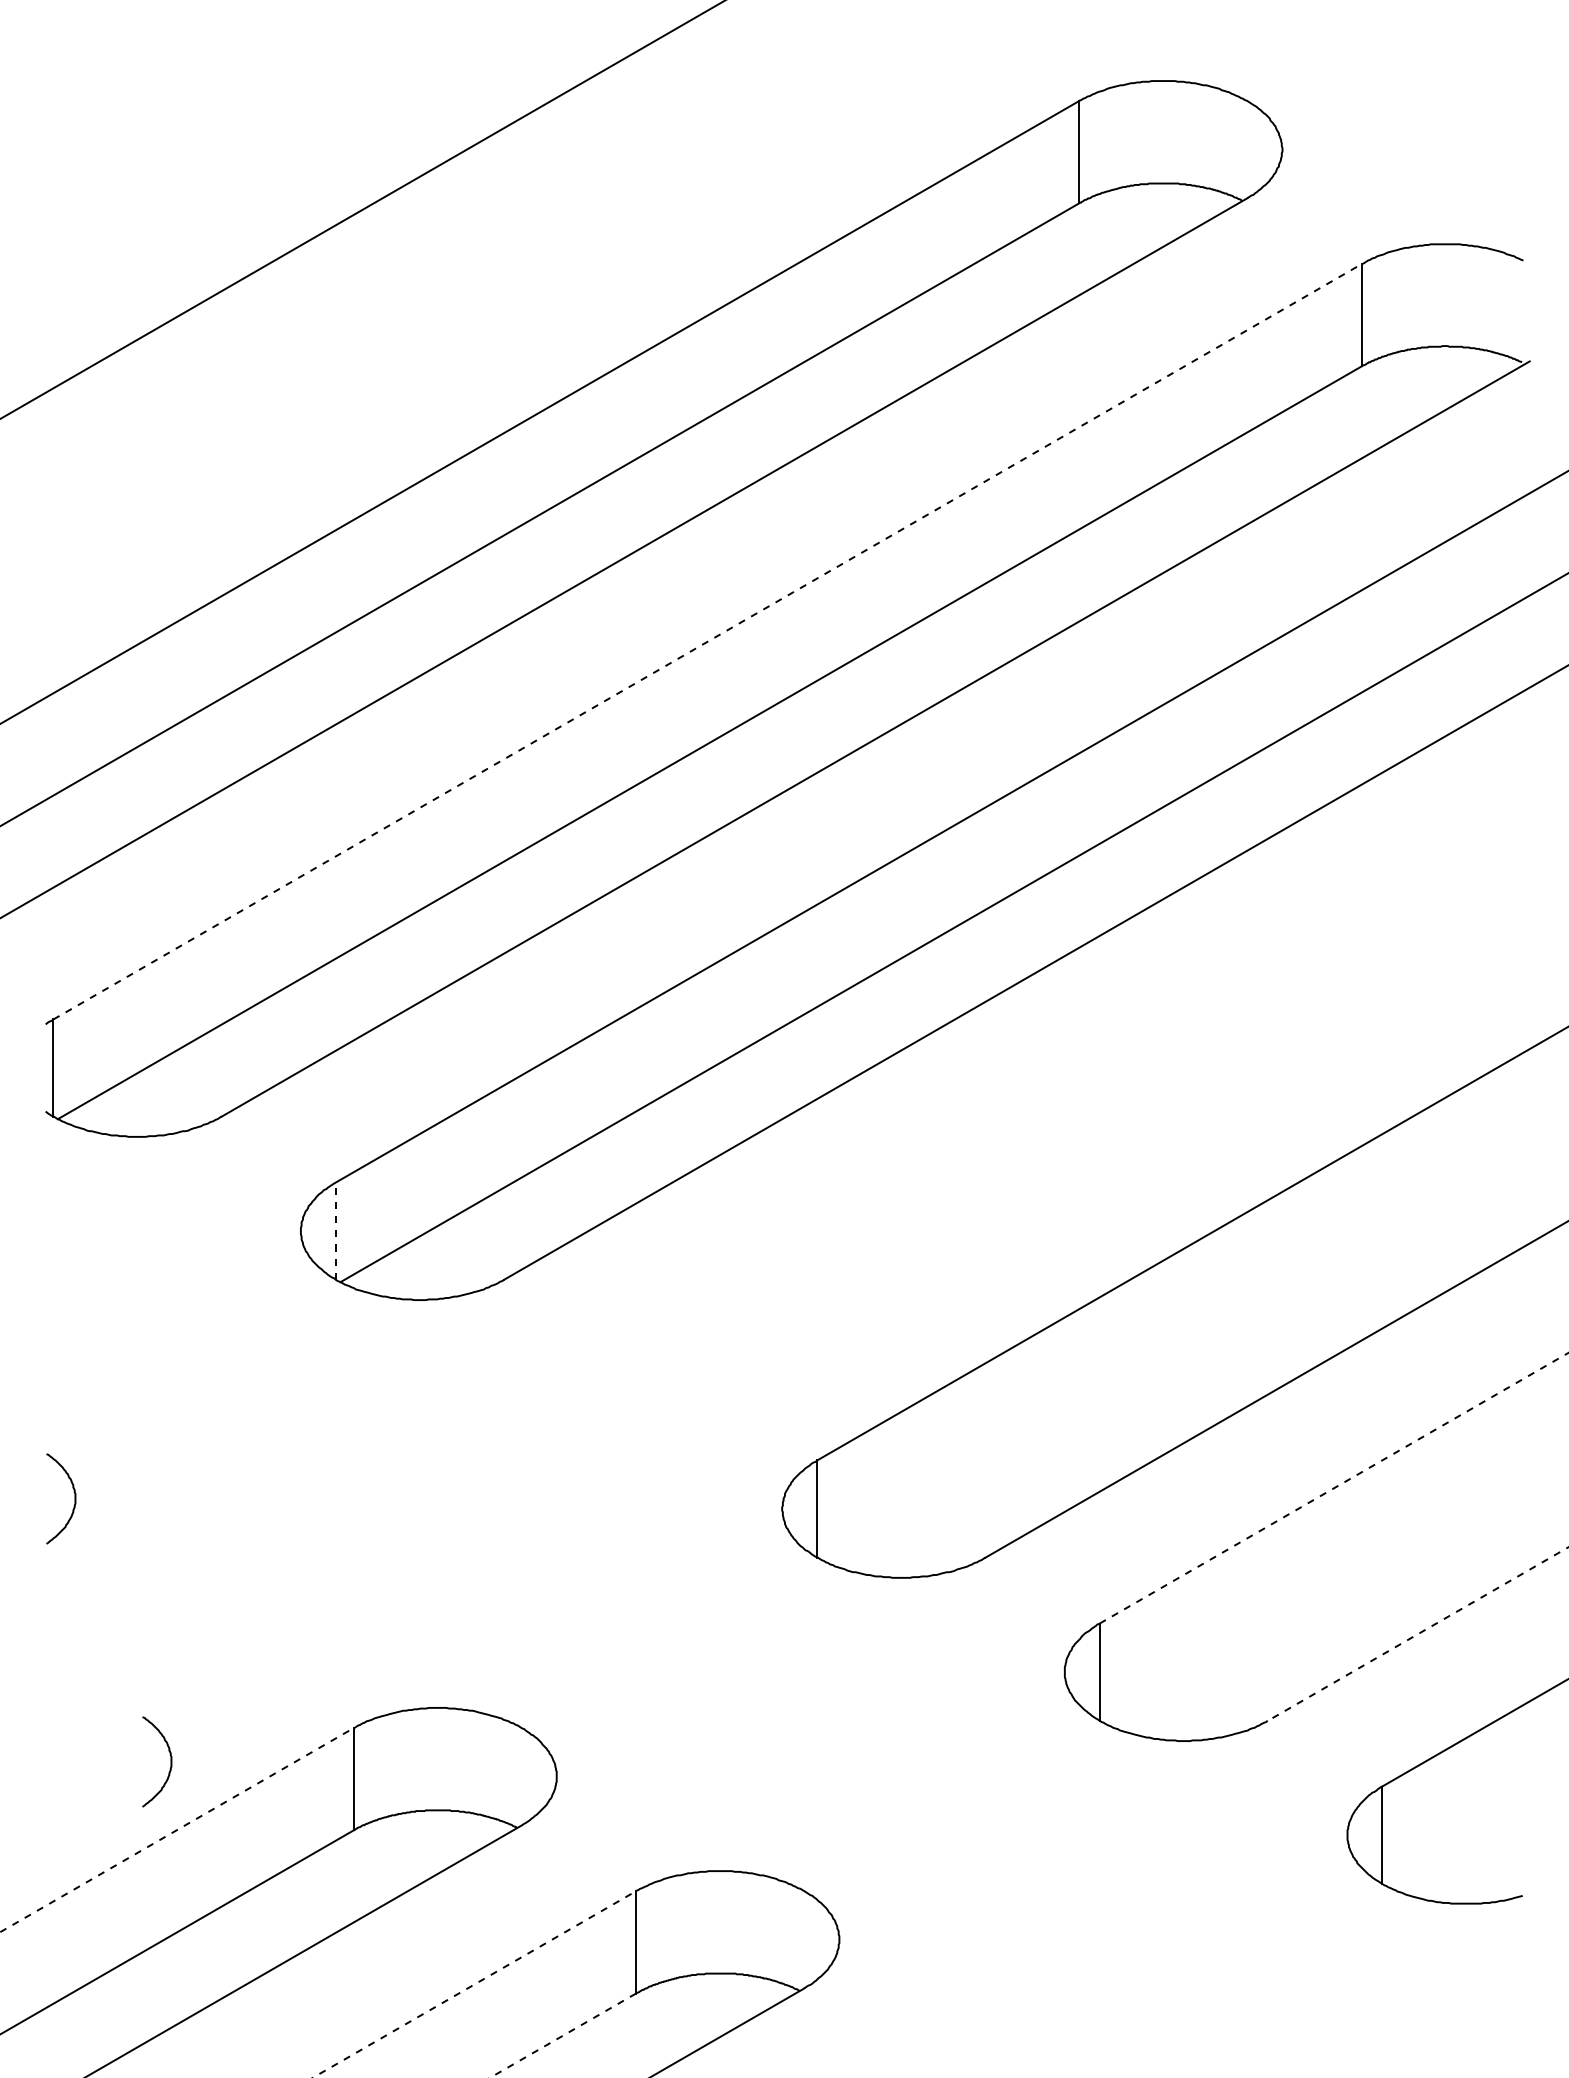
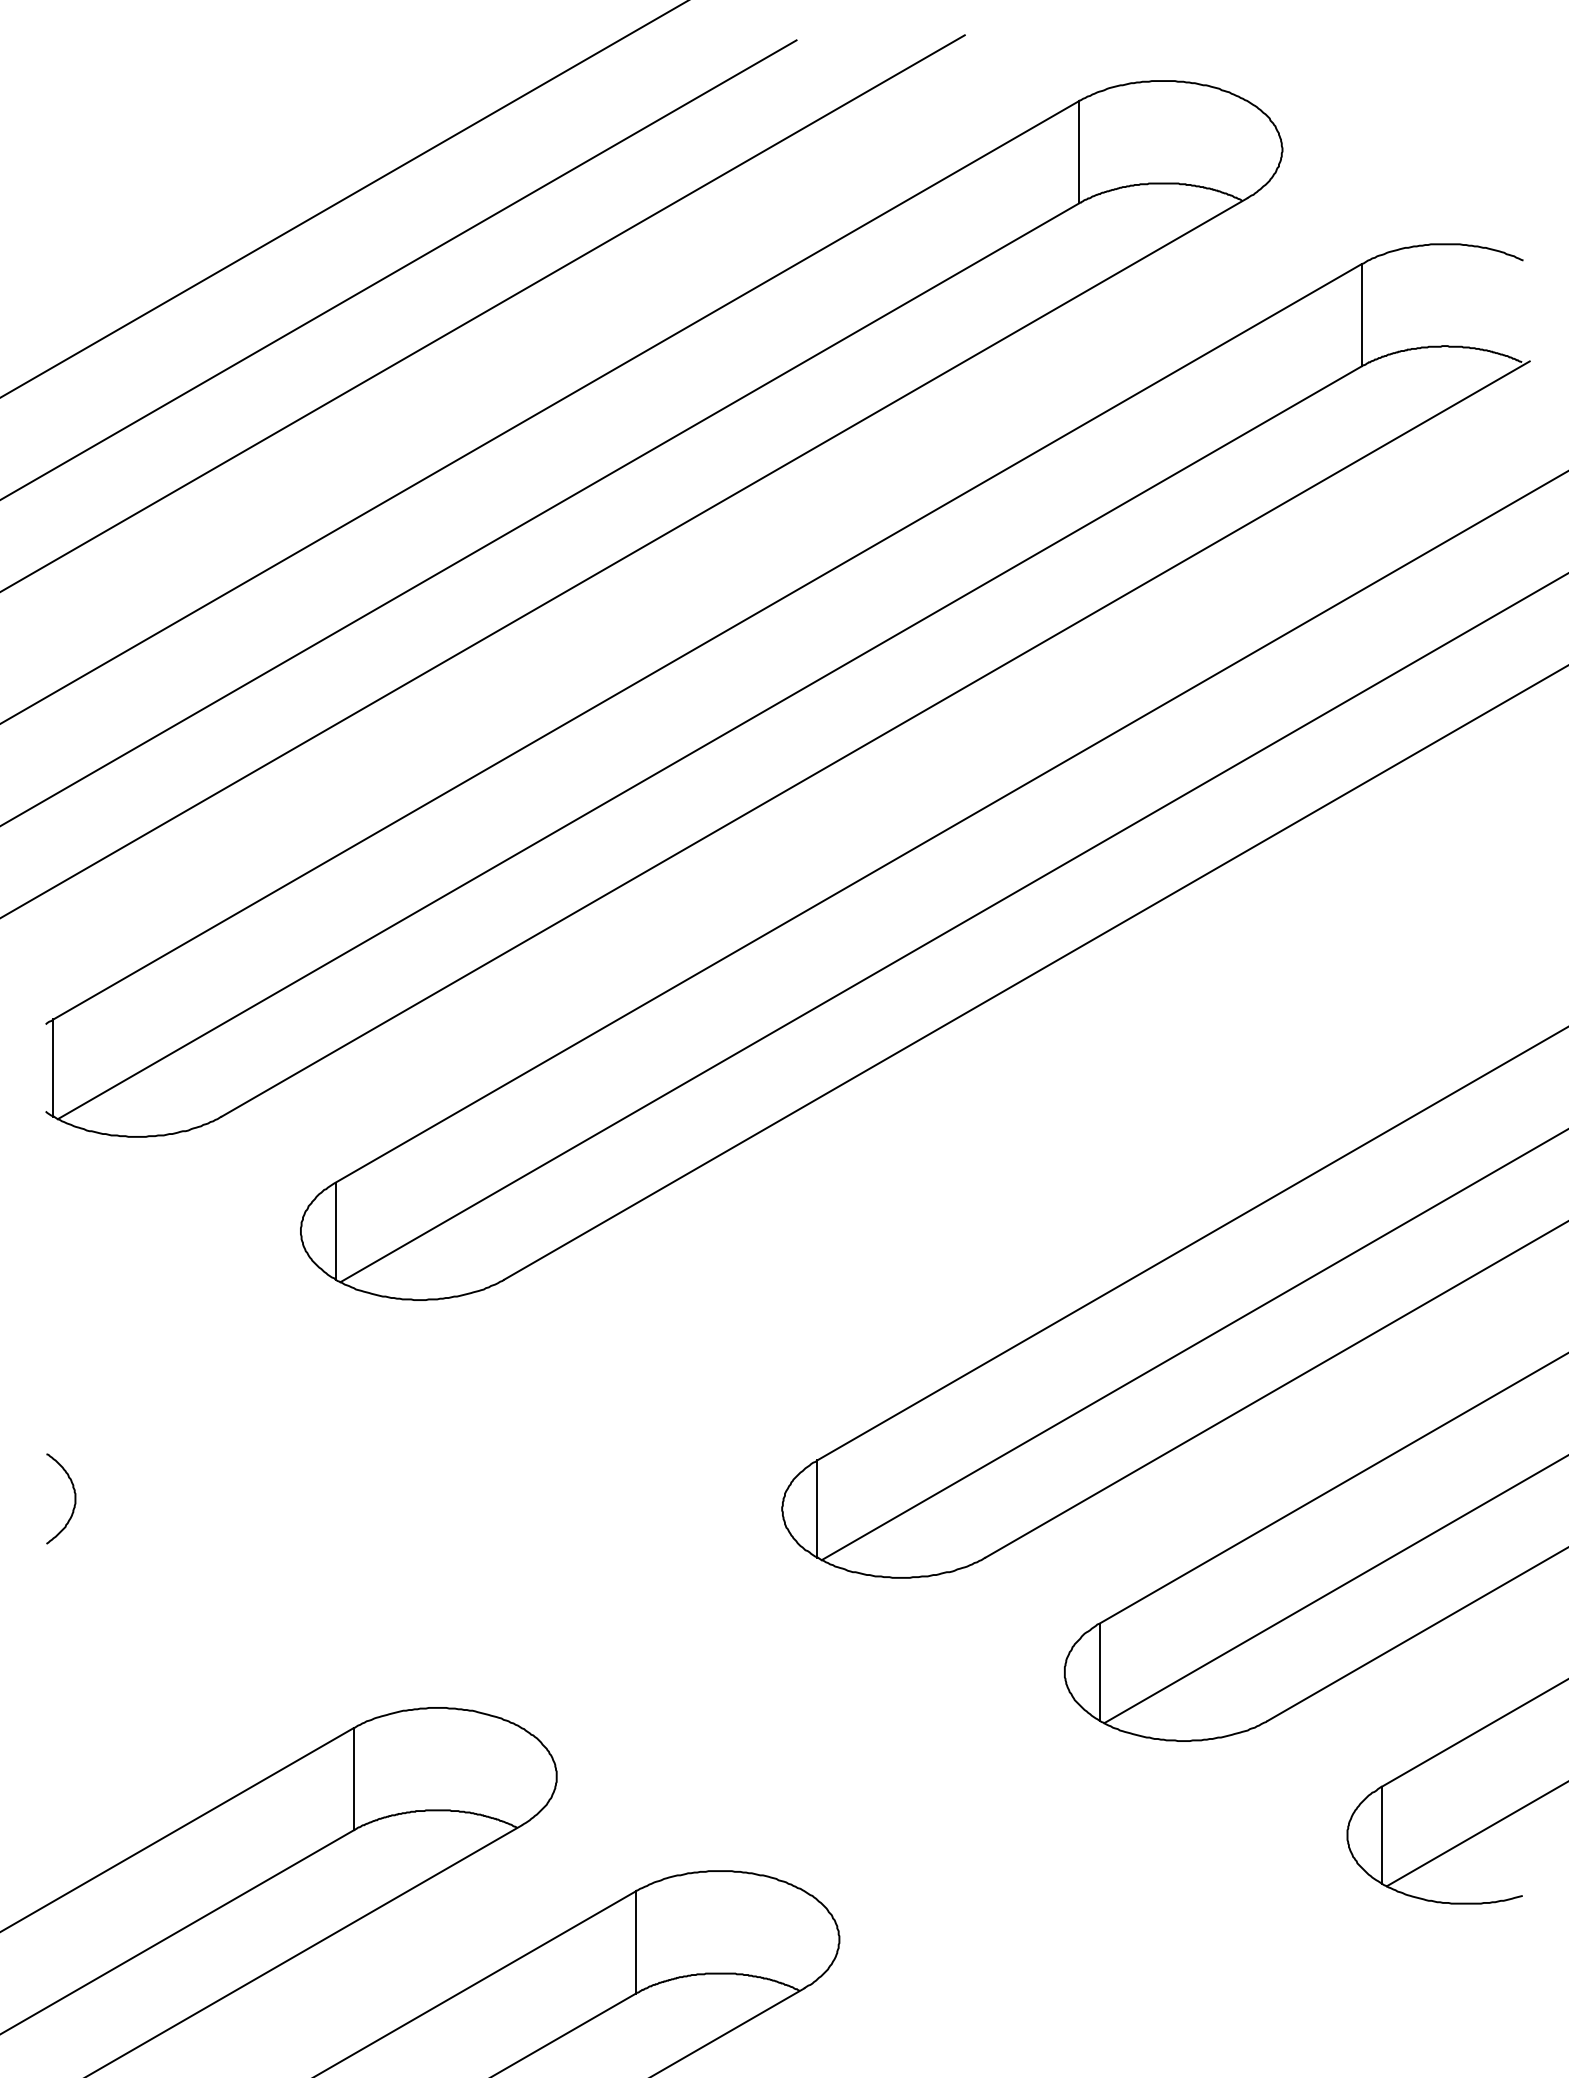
line at (362, 209) position: (362, 209) -> (343, 199)
line at (399, 269): none -> present
line at (483, 312): none -> present
line at (707, 641): dashed -> solid
line at (335, 1231): dashed -> solid
line at (1193, 1345): none -> present
line at (1334, 1488): dashed -> solid
line at (1334, 1589): none -> present
line at (1417, 1634): dashed -> solid
curve at (170, 1761): present -> none
line at (177, 1830): dashed -> solid
line at (1475, 1834): none -> present
line at (475, 1984): dashed -> solid
line at (562, 2036): dashed -> solid
